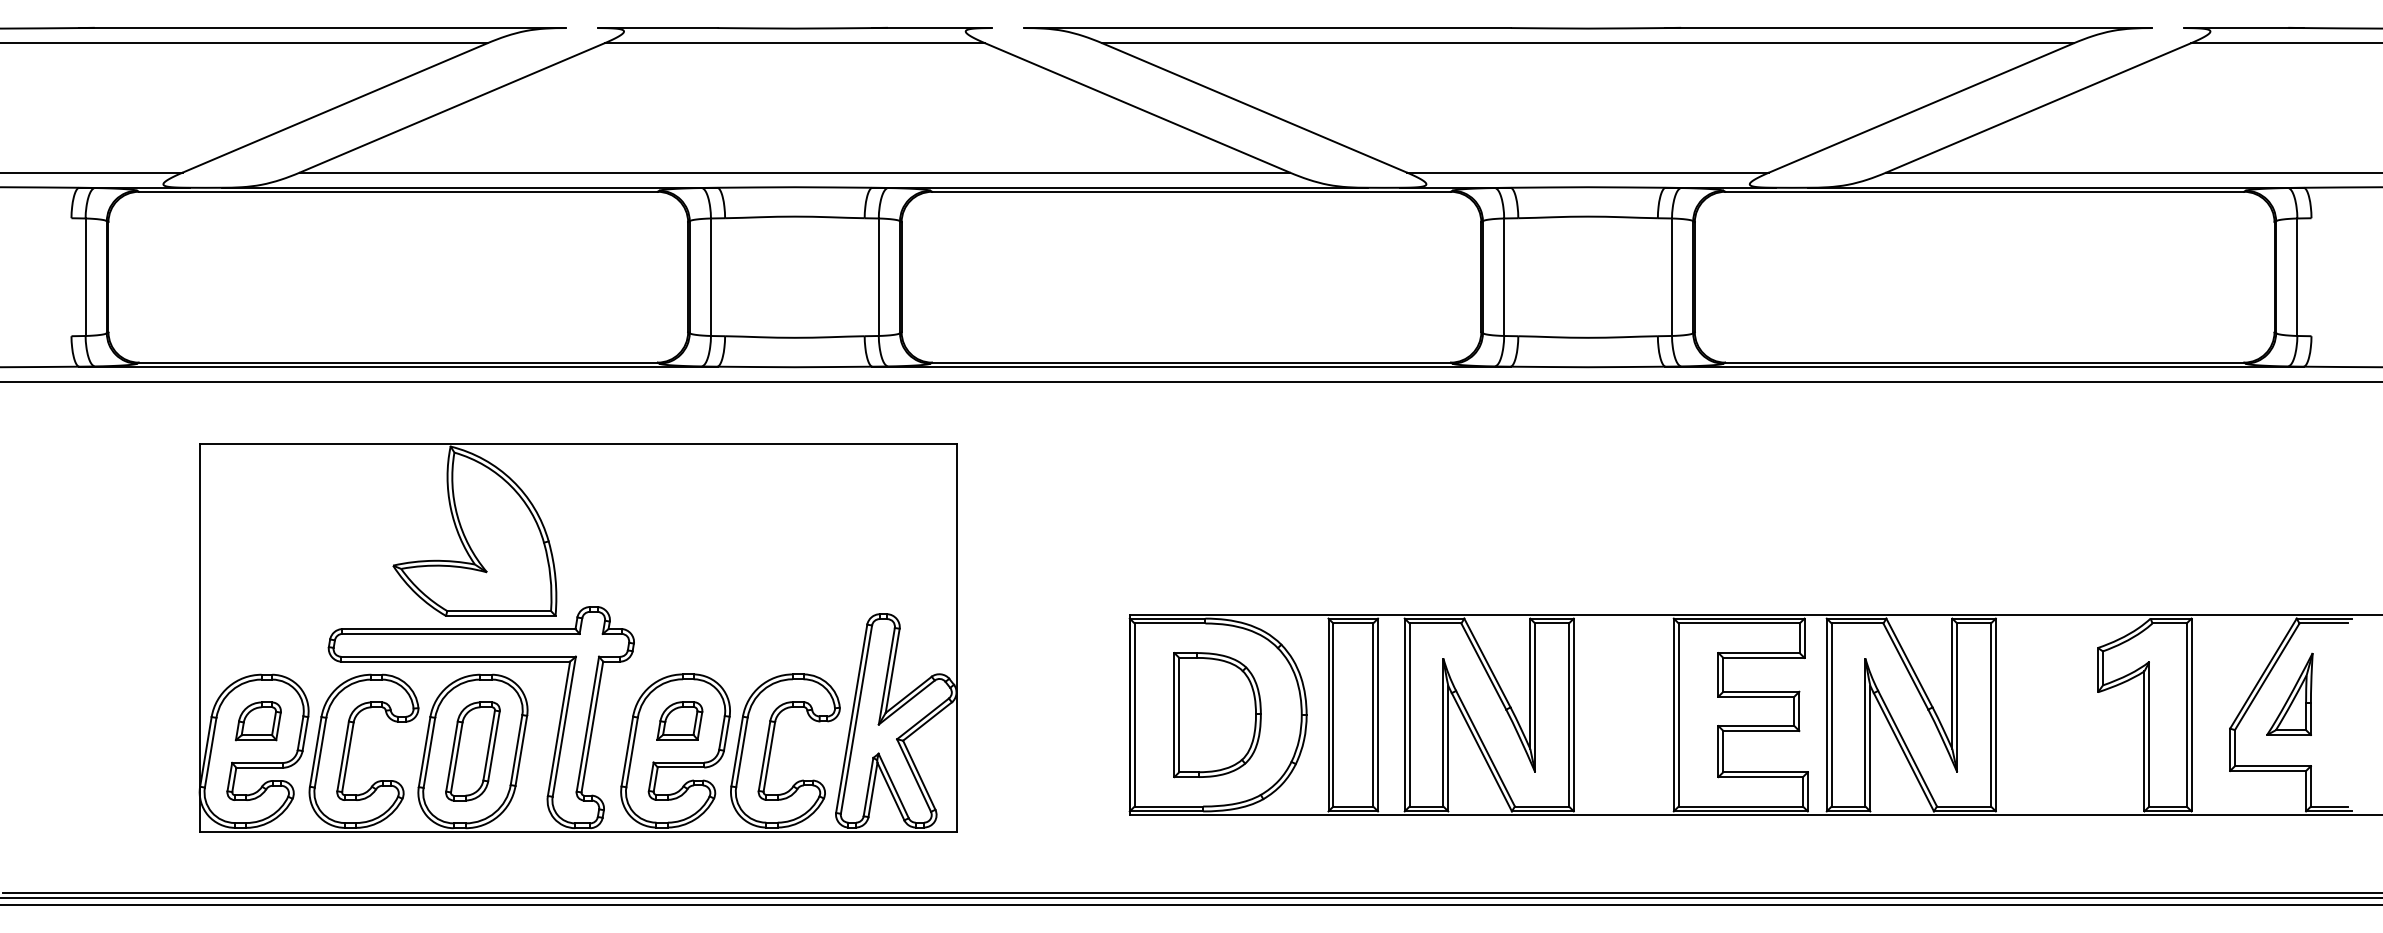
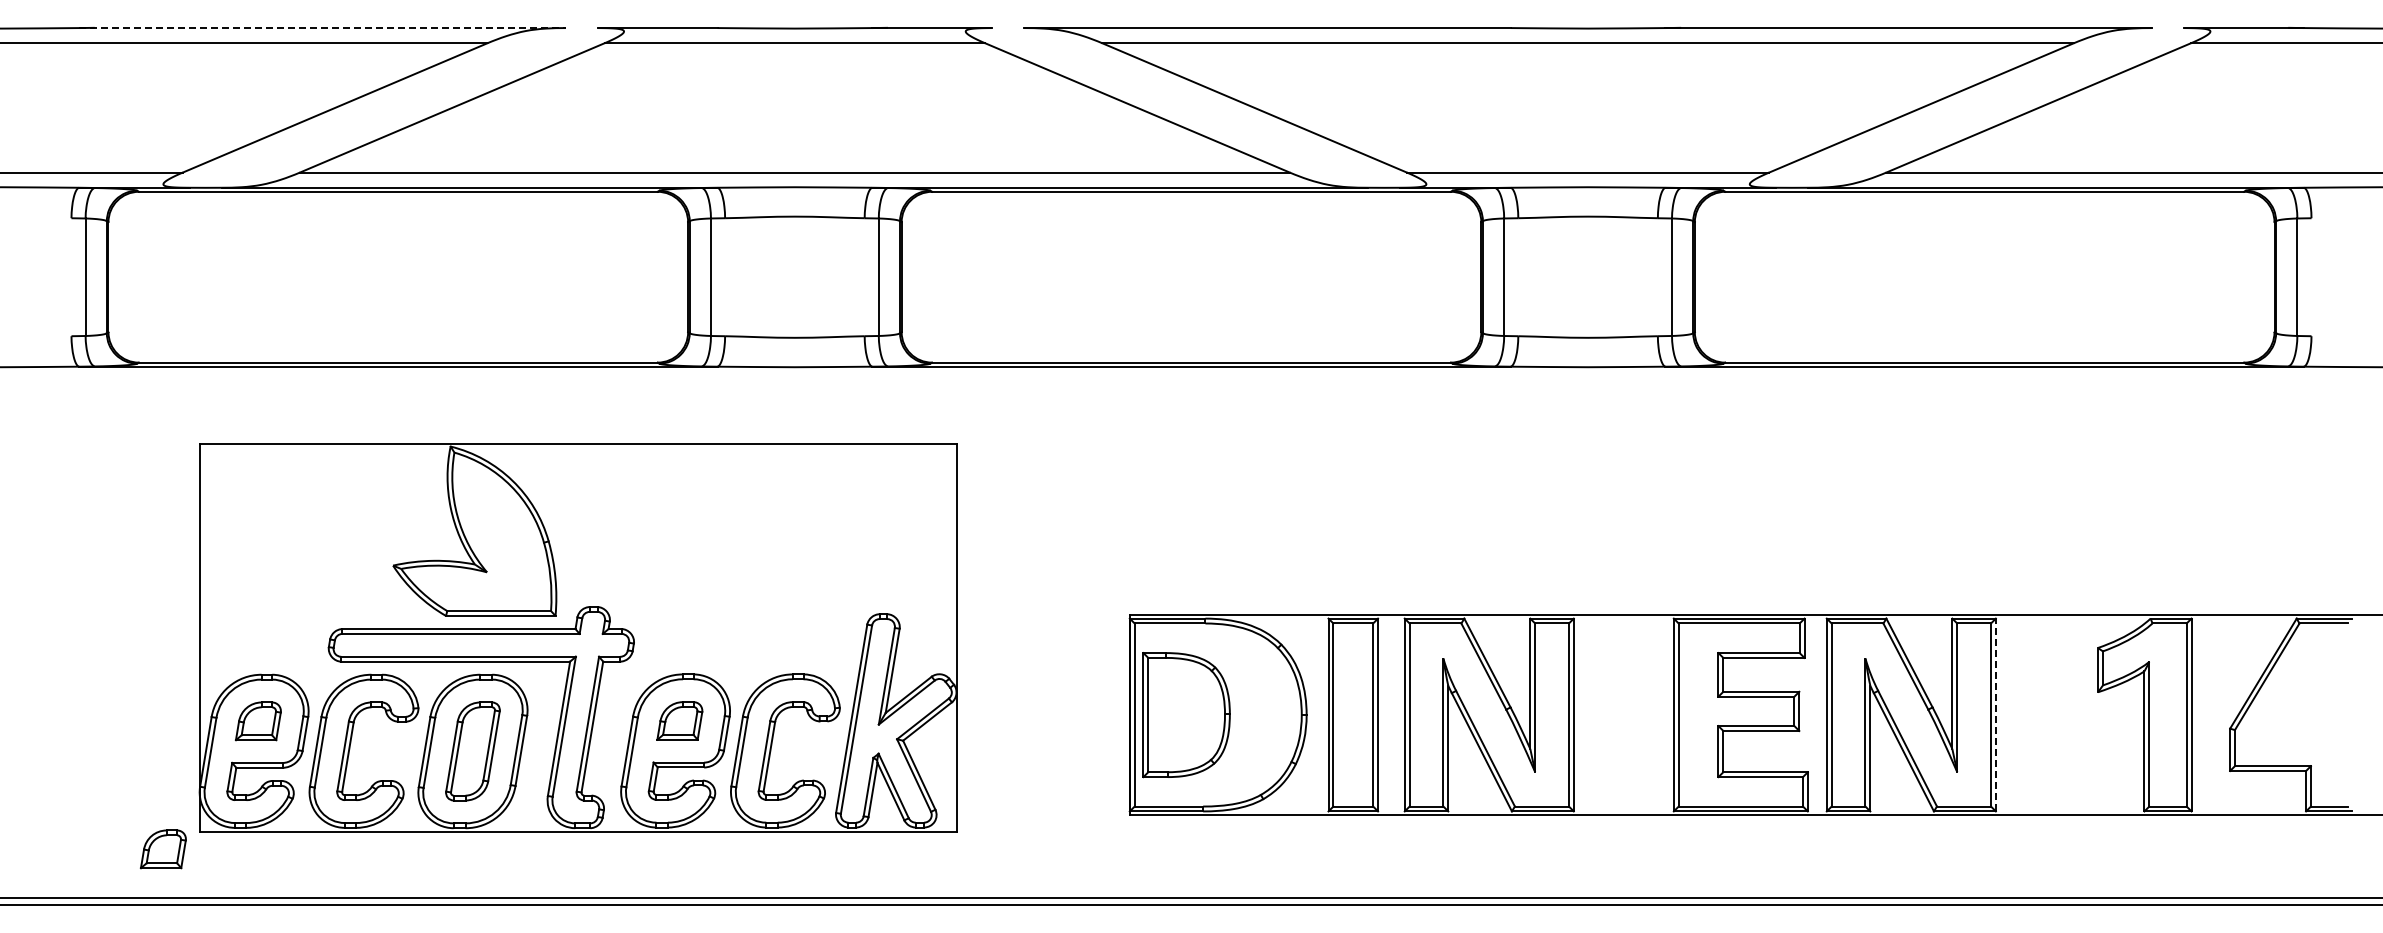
line at (322, 28): solid -> dashed
line at (1190, 381): present -> none
part at (2289, 693): present -> none
line at (1995, 714): solid -> dashed
part at (1217, 715) position: (1217, 715) -> (1186, 715)
part at (162, 849): none -> present
line at (1190, 893): present -> none
